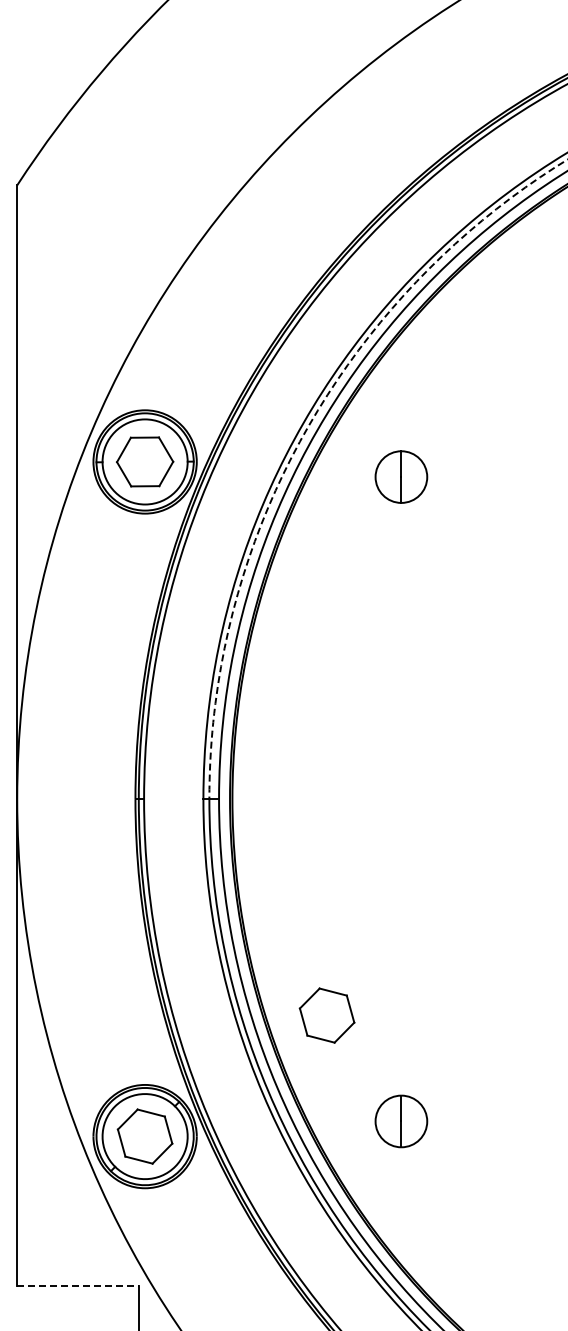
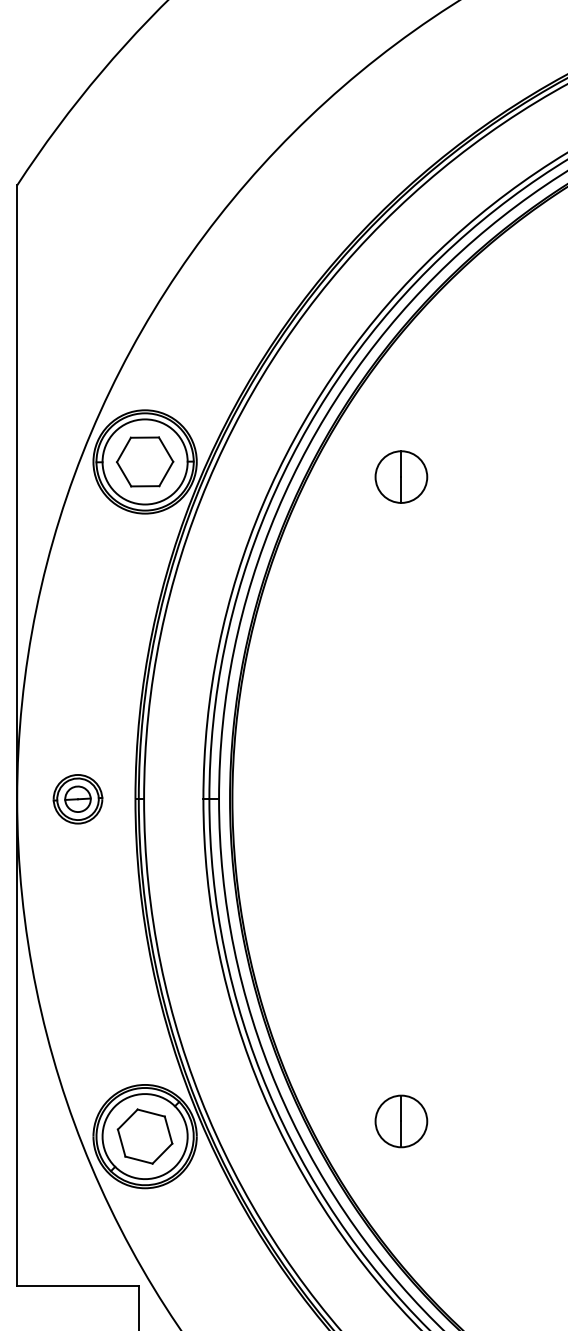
arc at (305, 430): dashed -> solid
part at (77, 799): none -> present
part at (326, 1015): present -> none
line at (78, 1285): dashed -> solid
